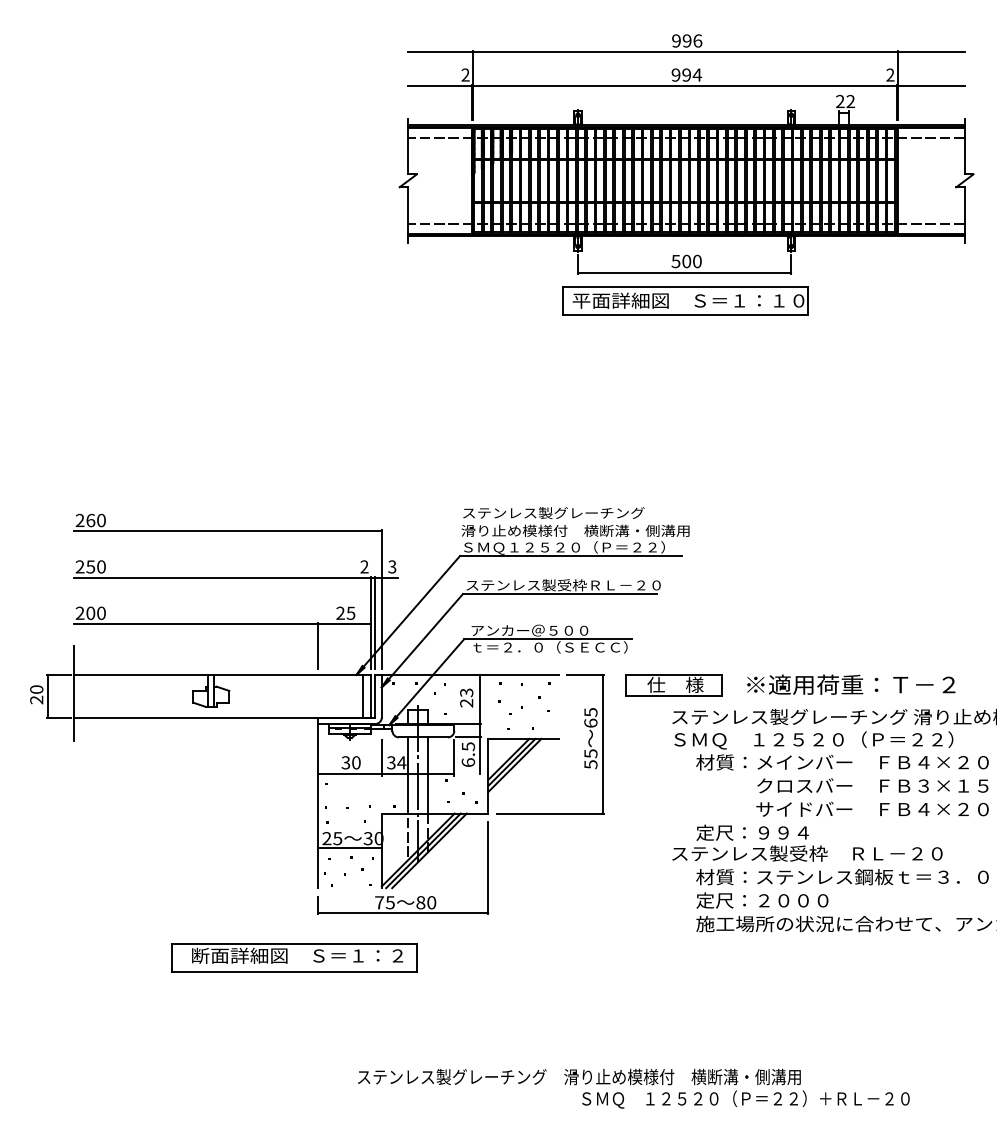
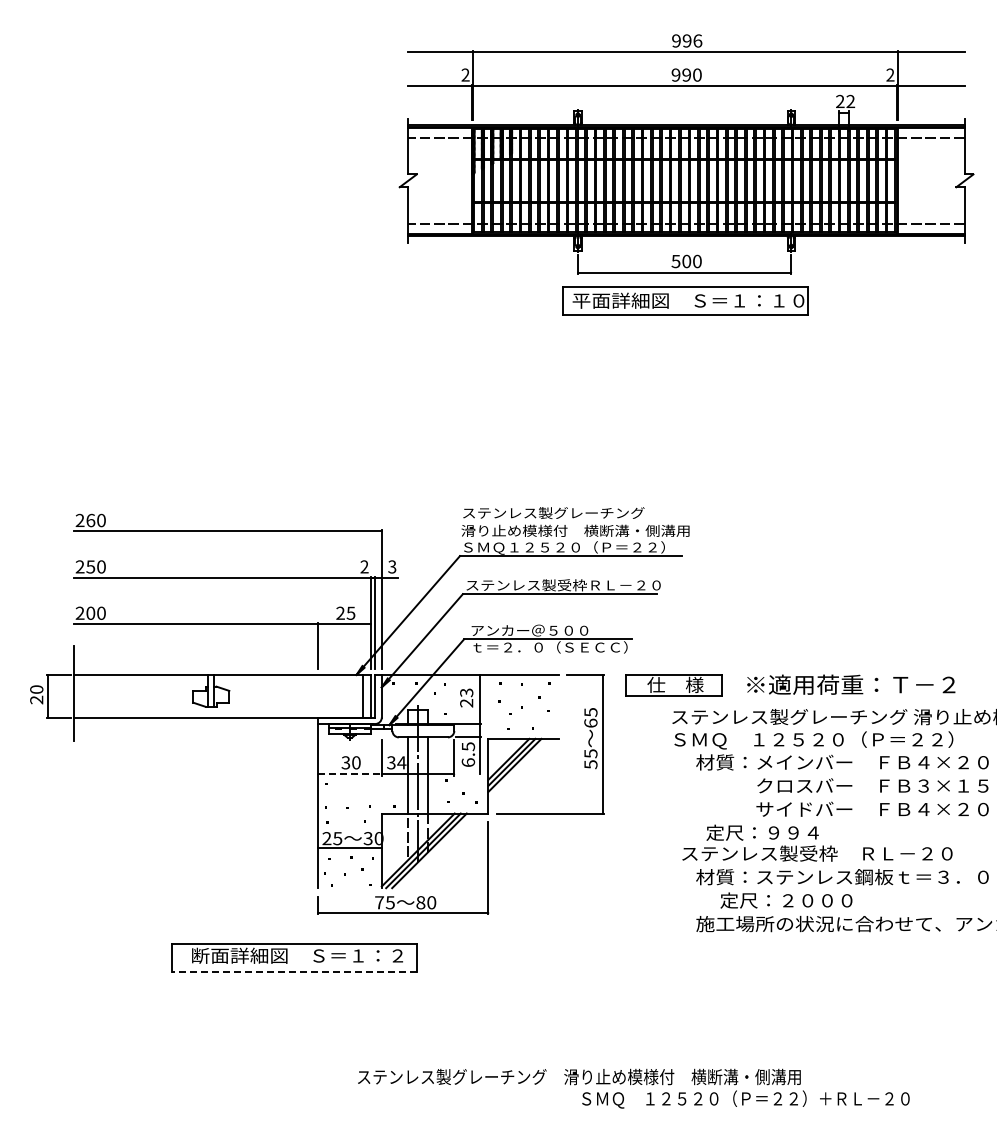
text at (697, 74): 994 -> 990
line at (349, 774): solid -> dashed
text at (807, 842) position: (807, 842) -> (817, 842)
text at (762, 900) position: (762, 900) -> (786, 900)
line at (294, 971): solid -> dashed
